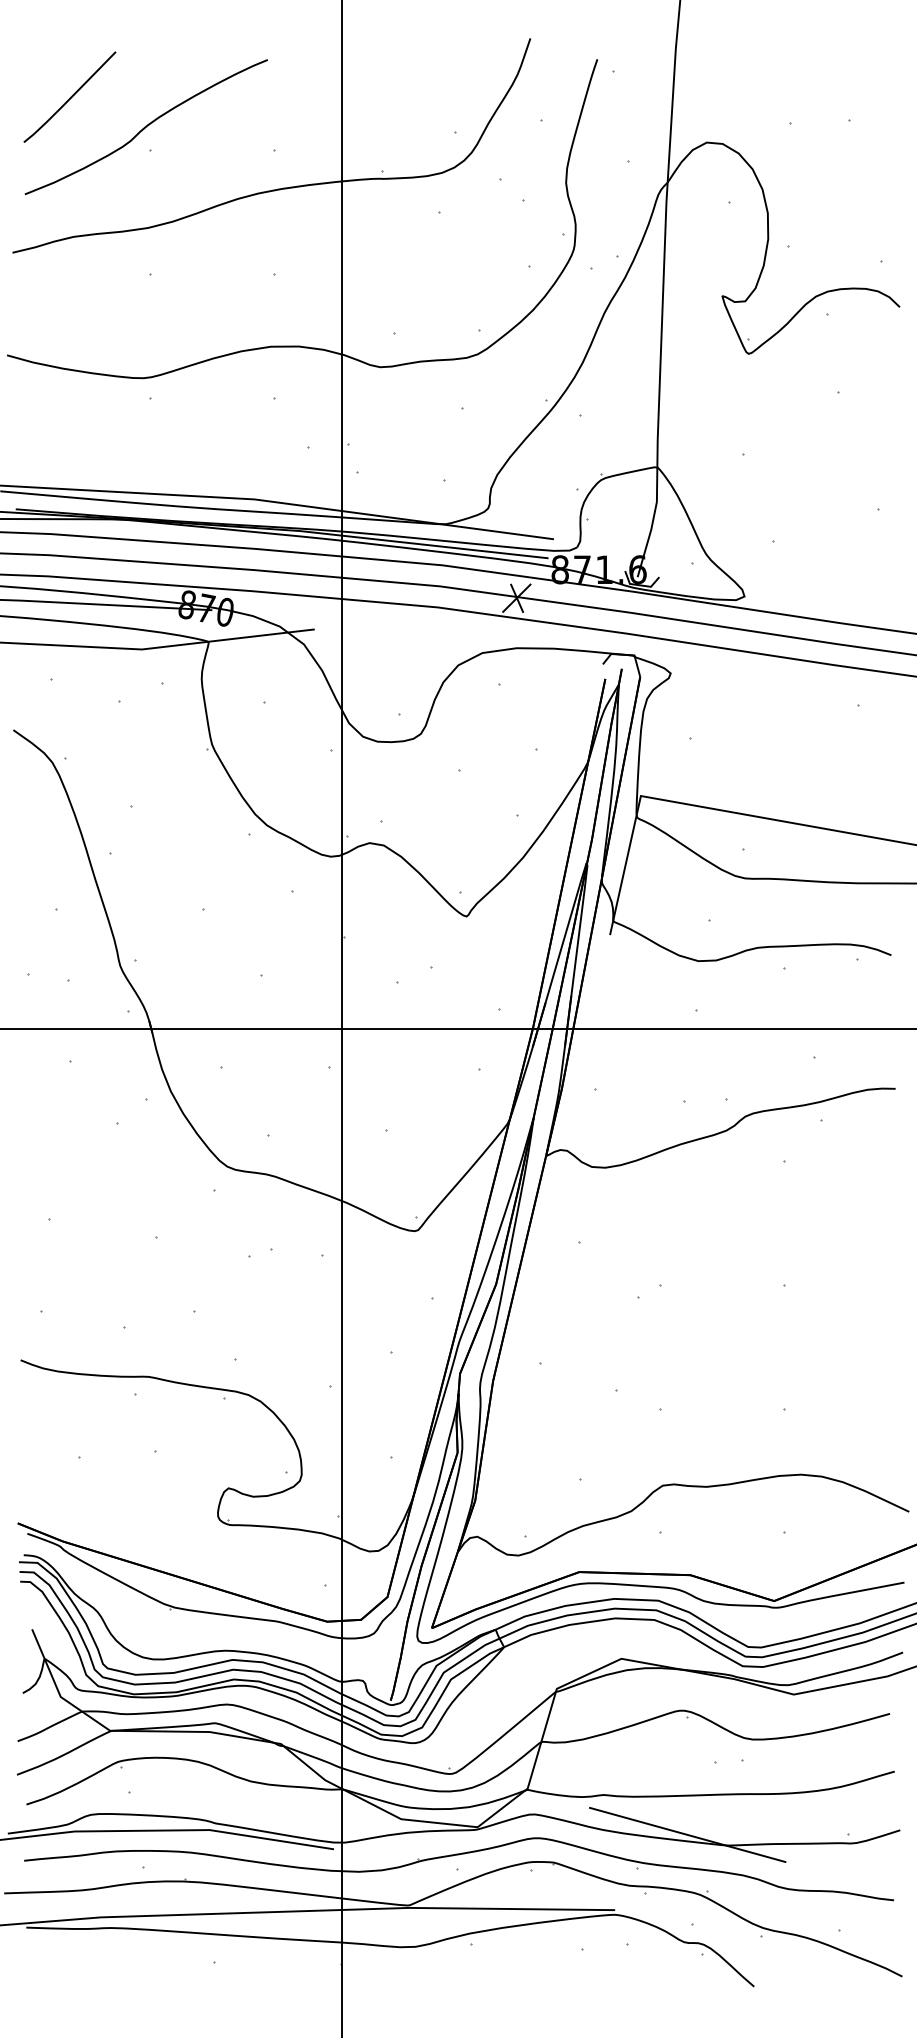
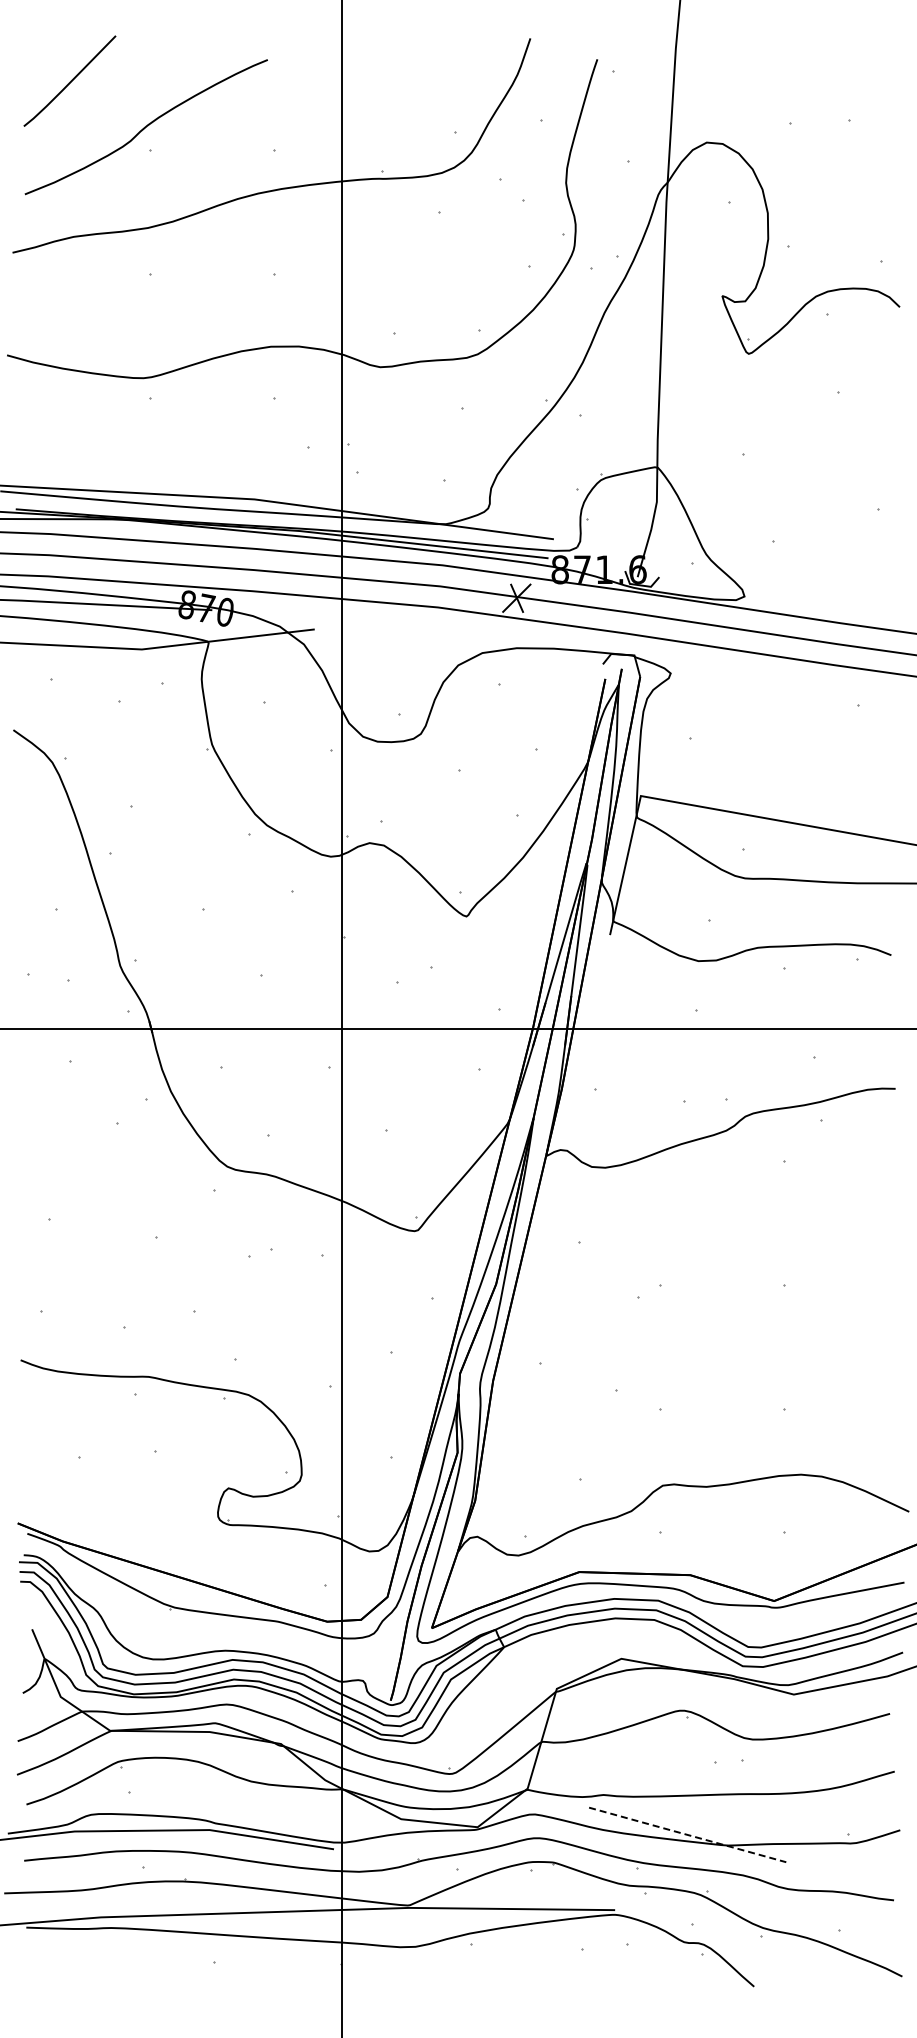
curve at (70, 96) position: (70, 96) -> (70, 80)
line at (688, 1835): solid -> dashed
